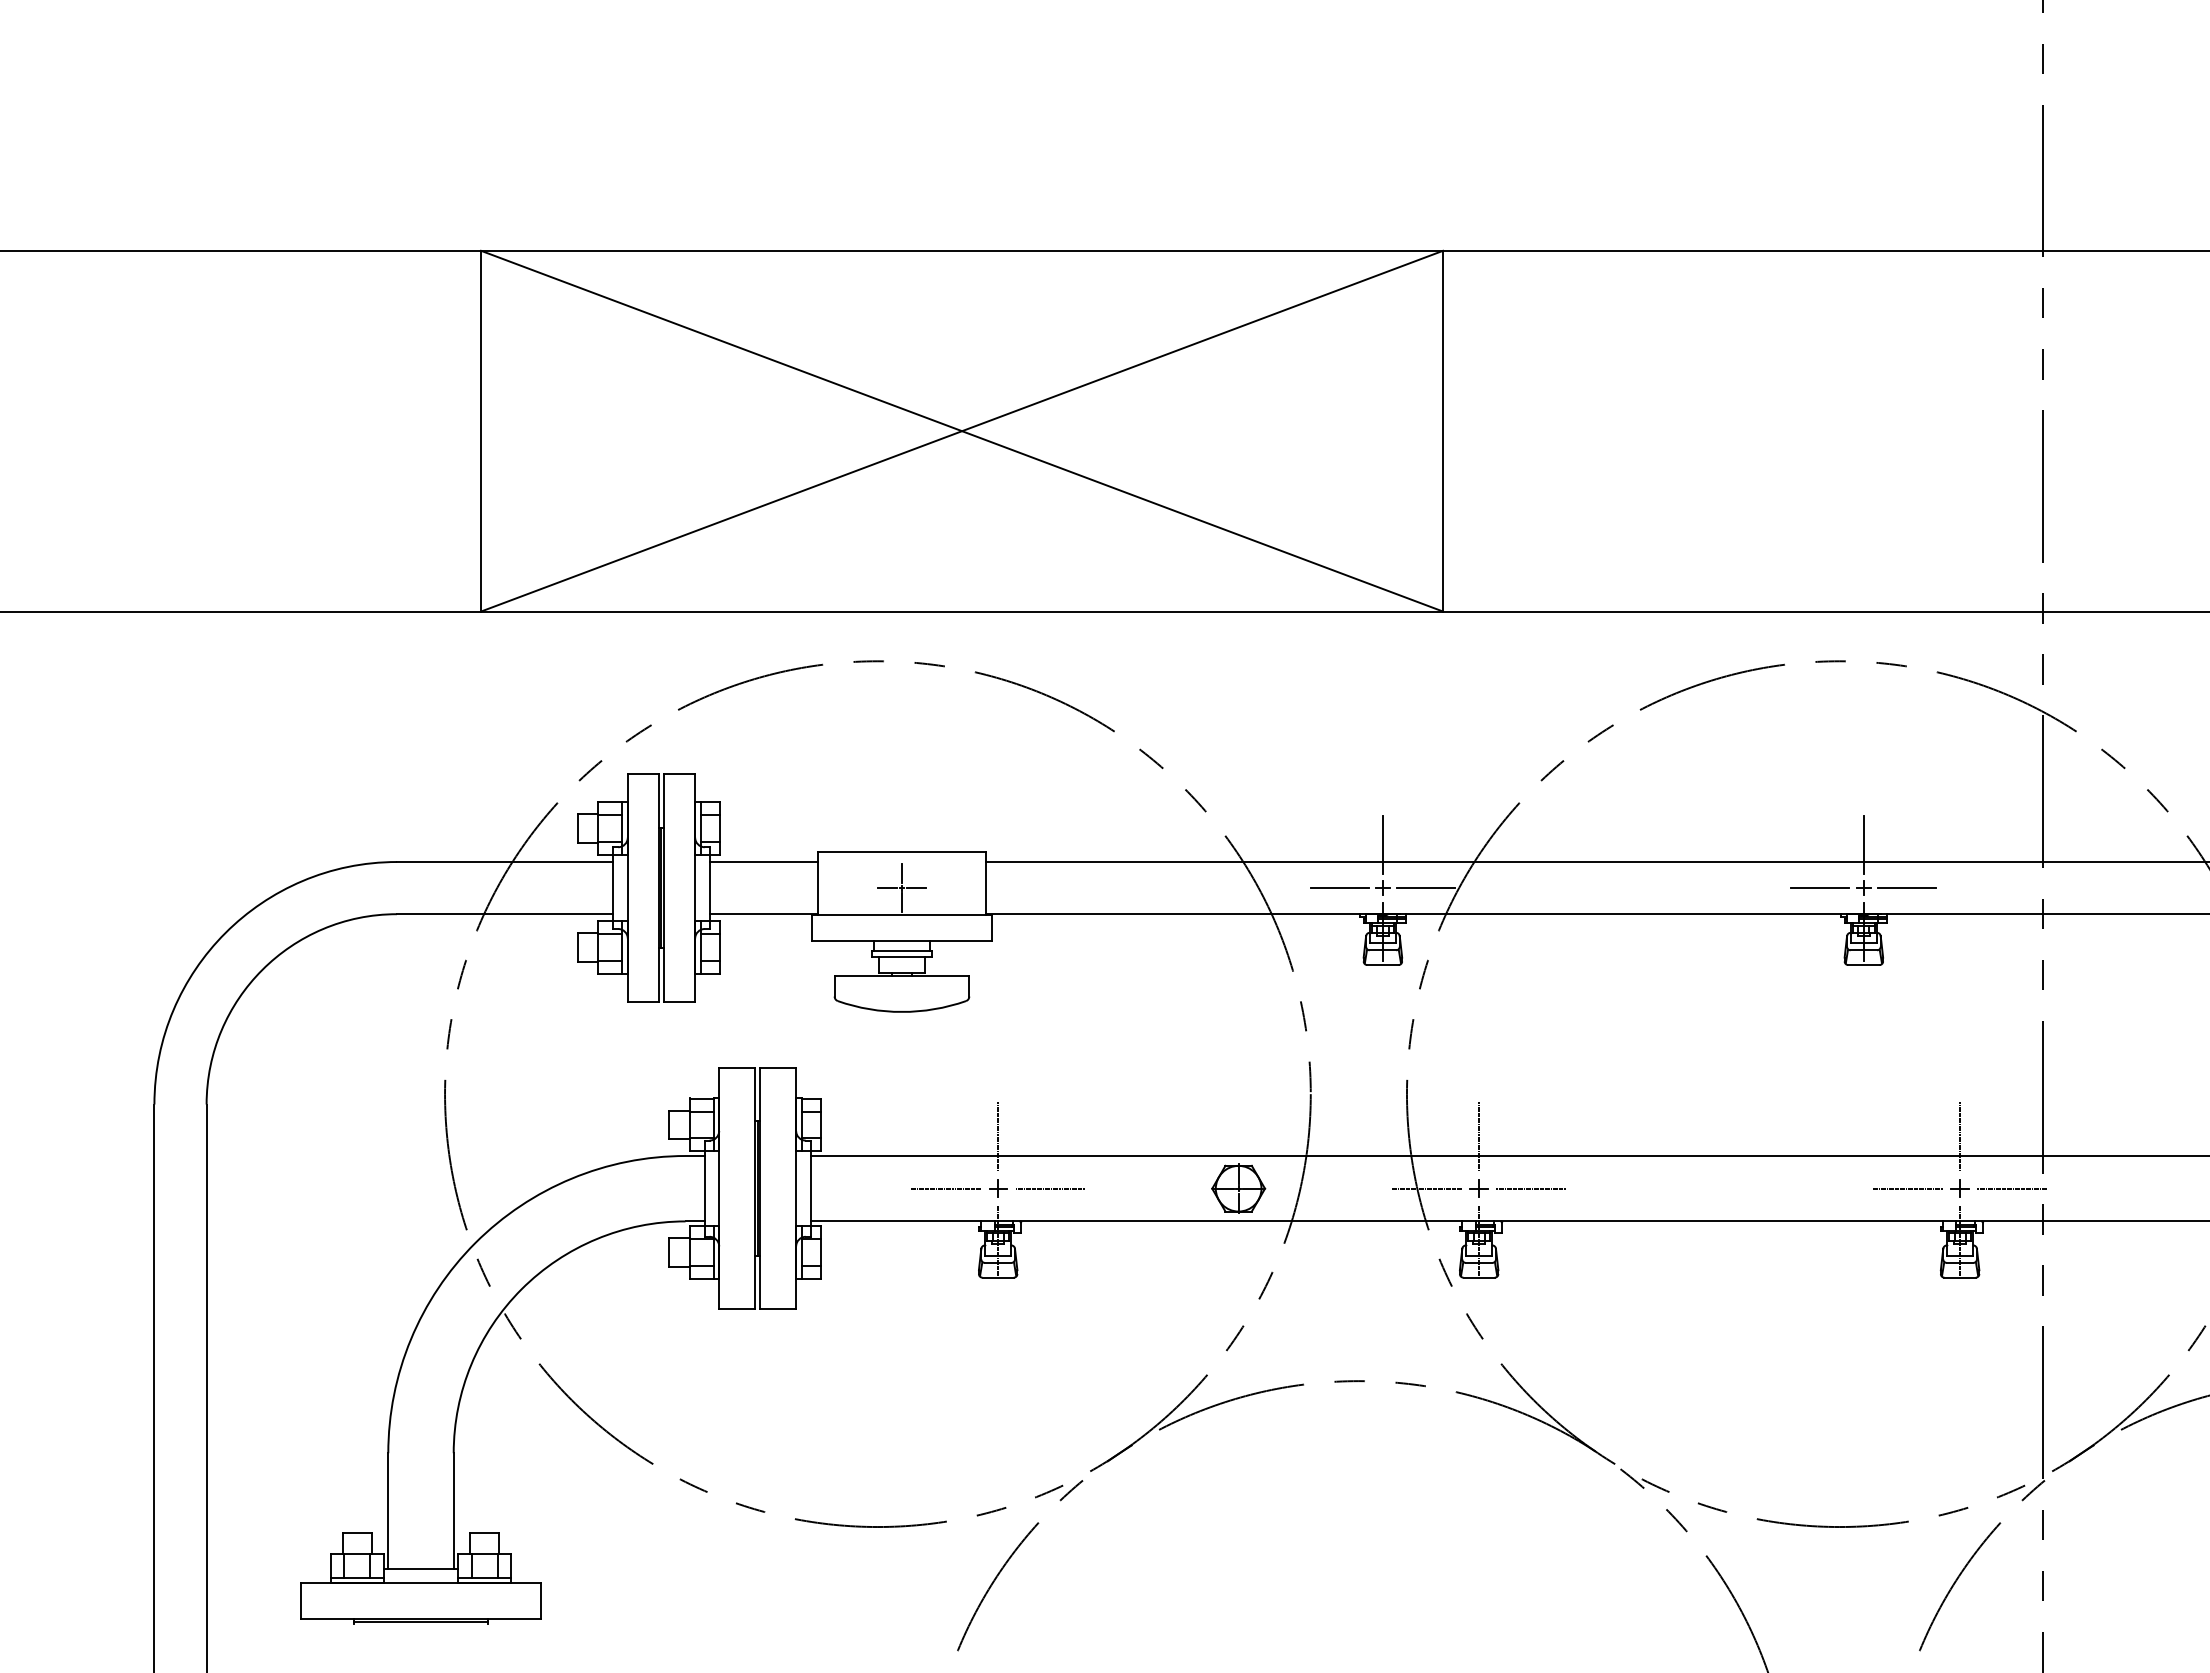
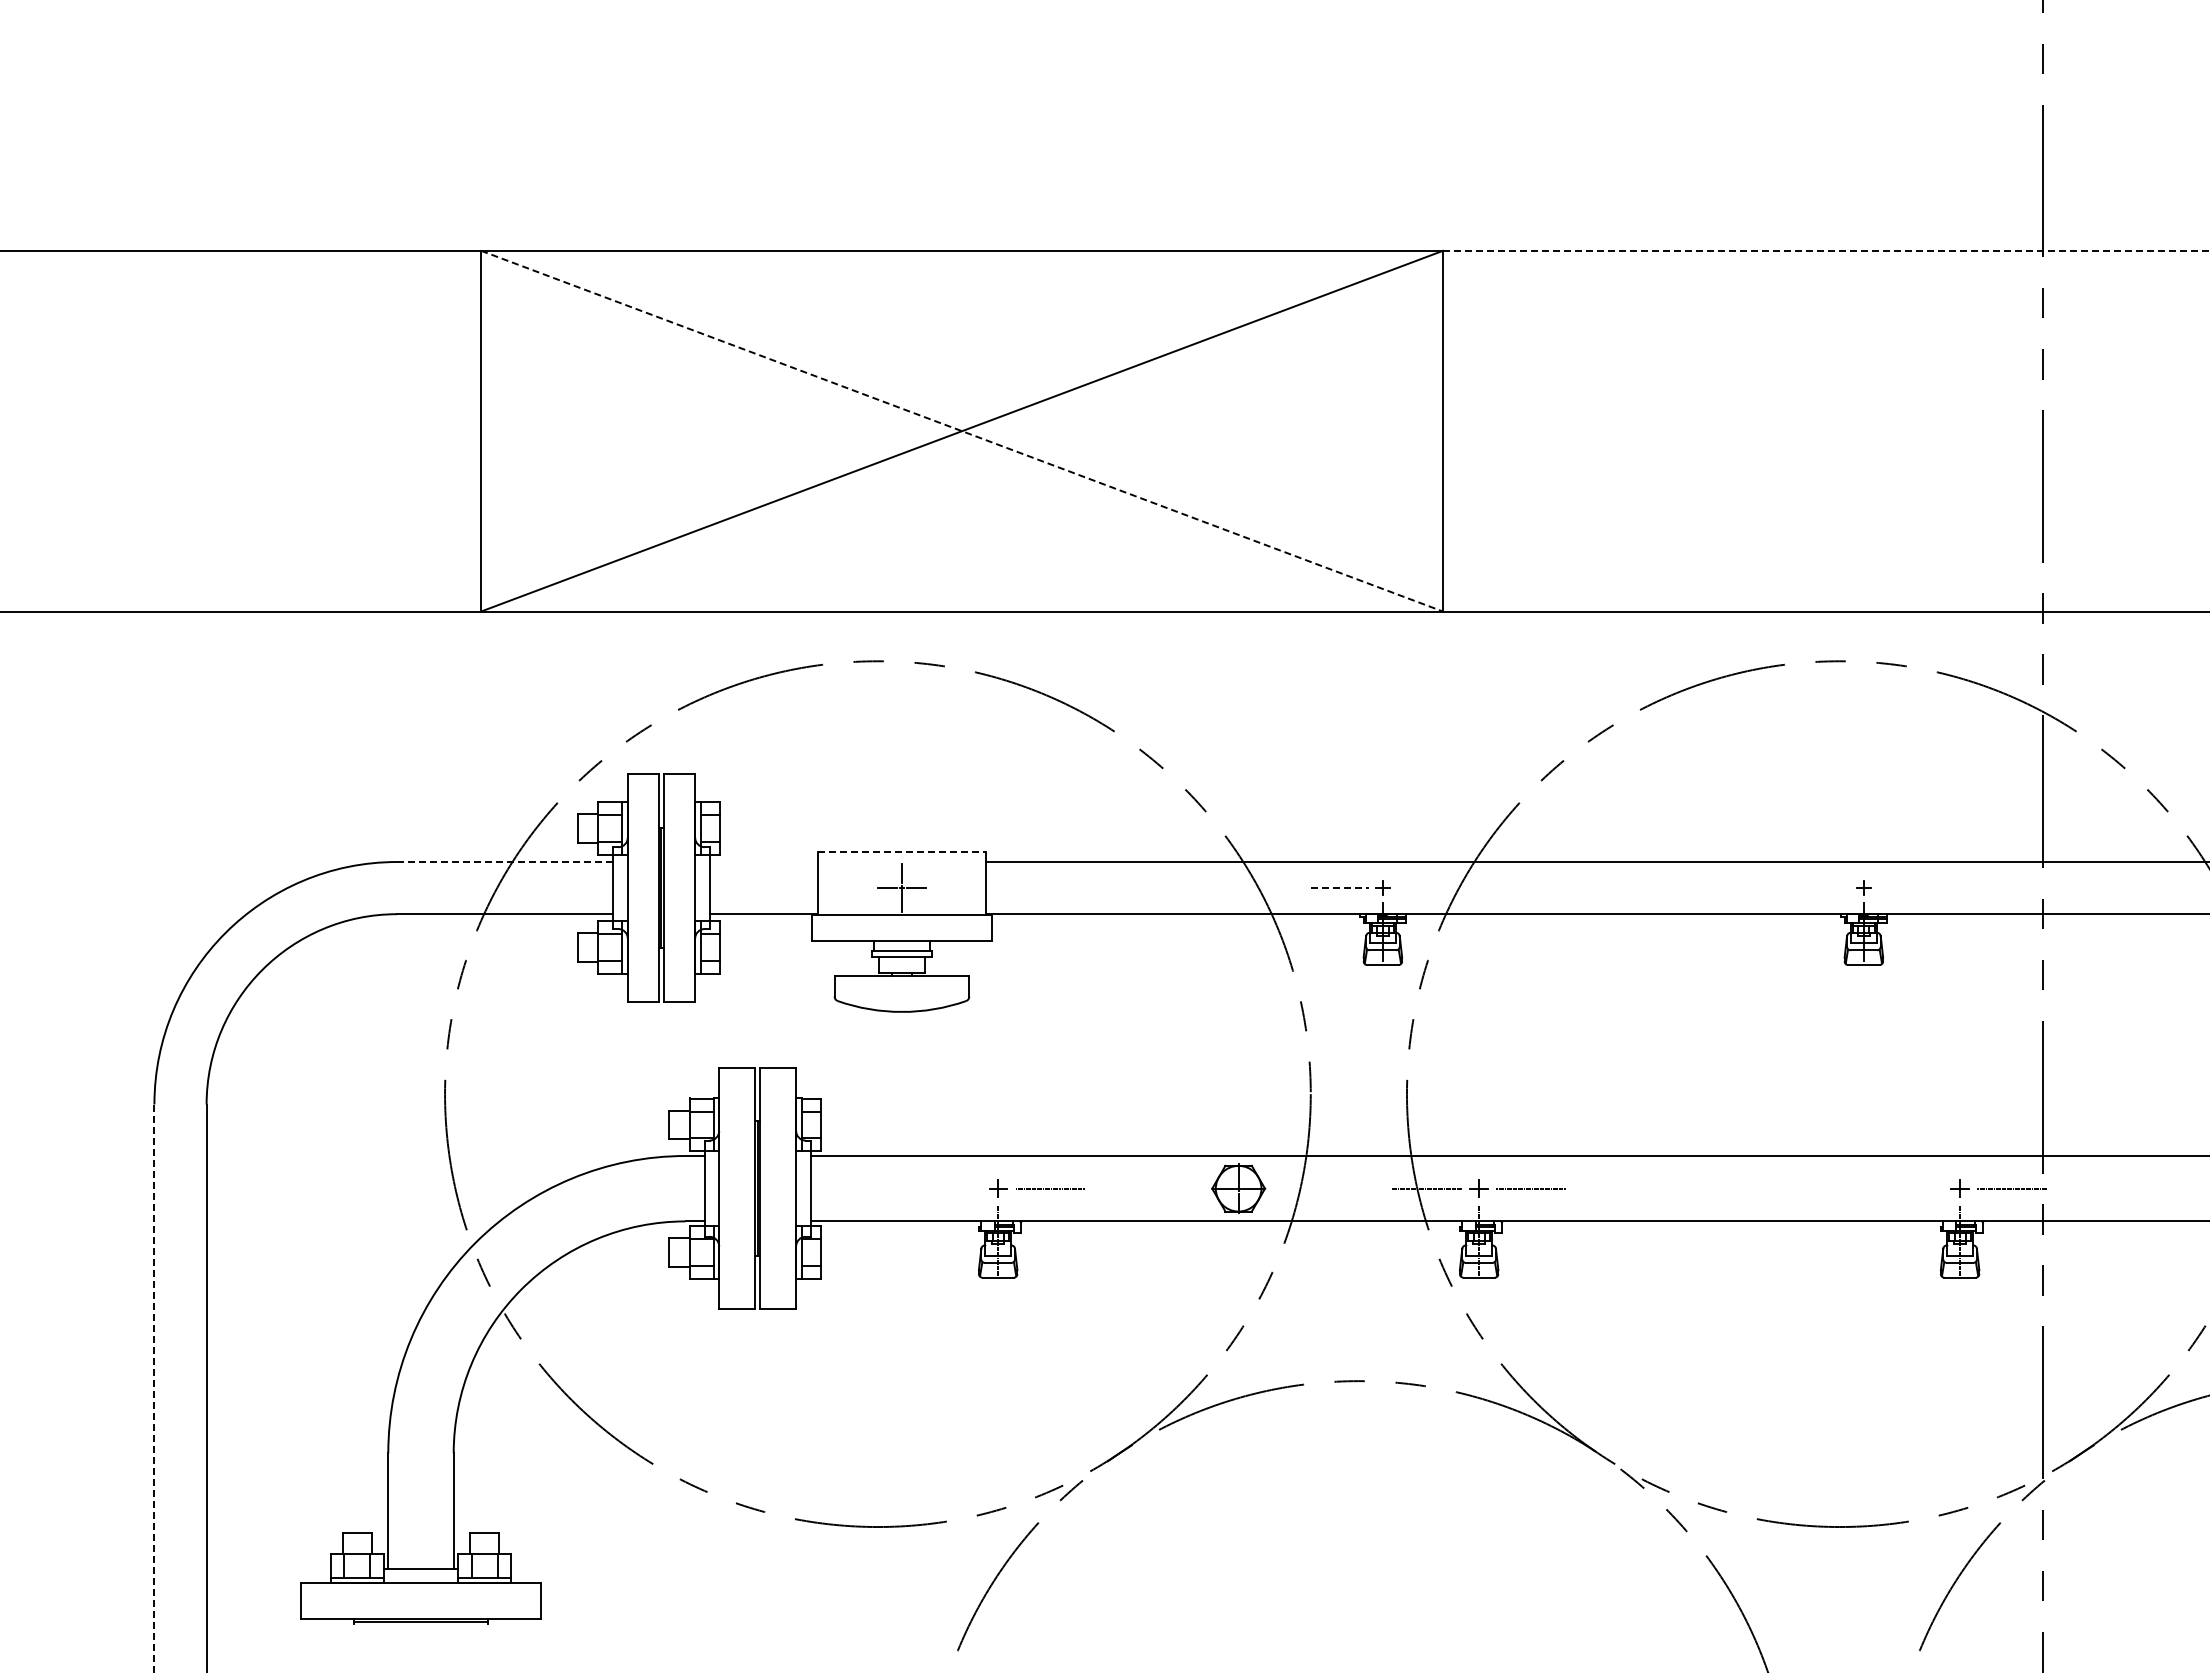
line at (1826, 250): solid -> dashed
line at (962, 431): solid -> dashed
line at (1382, 844): present -> none
line at (1863, 844): present -> none
line at (902, 852): solid -> dashed
line at (505, 862): solid -> dashed
line at (763, 862): present -> none
line at (1339, 888): solid -> dashed
line at (1426, 888): present -> none
line at (1820, 888): present -> none
line at (1907, 888): present -> none
line at (998, 1136): present -> none
line at (1479, 1136): present -> none
line at (1960, 1136): present -> none
line at (945, 1188): present -> none
line at (1906, 1188): present -> none
line at (154, 1388): solid -> dashed
